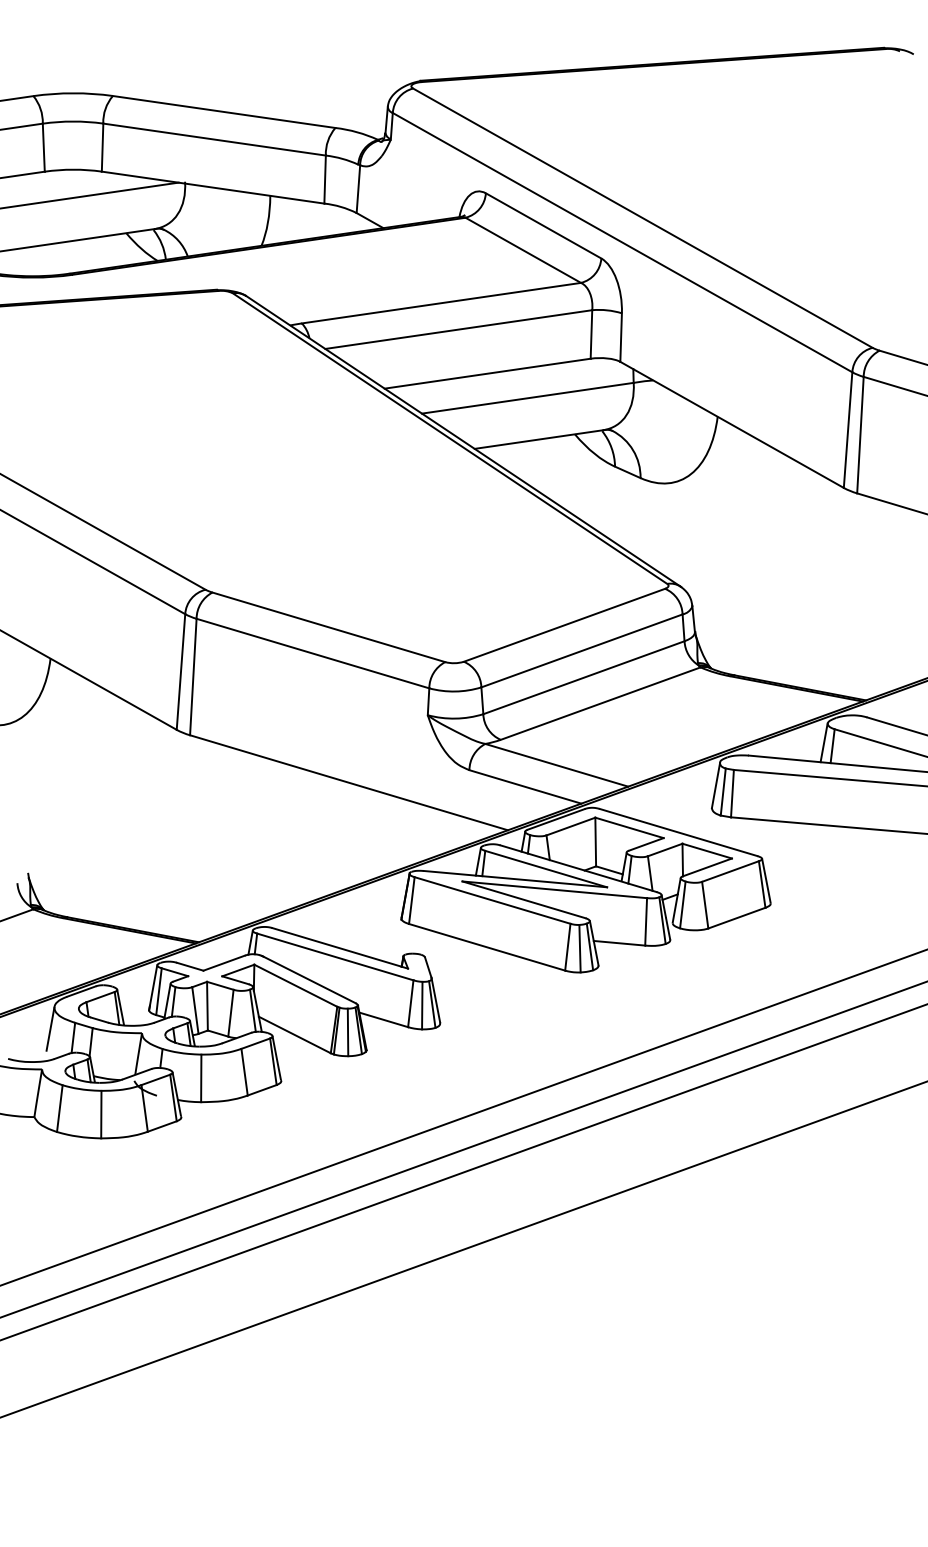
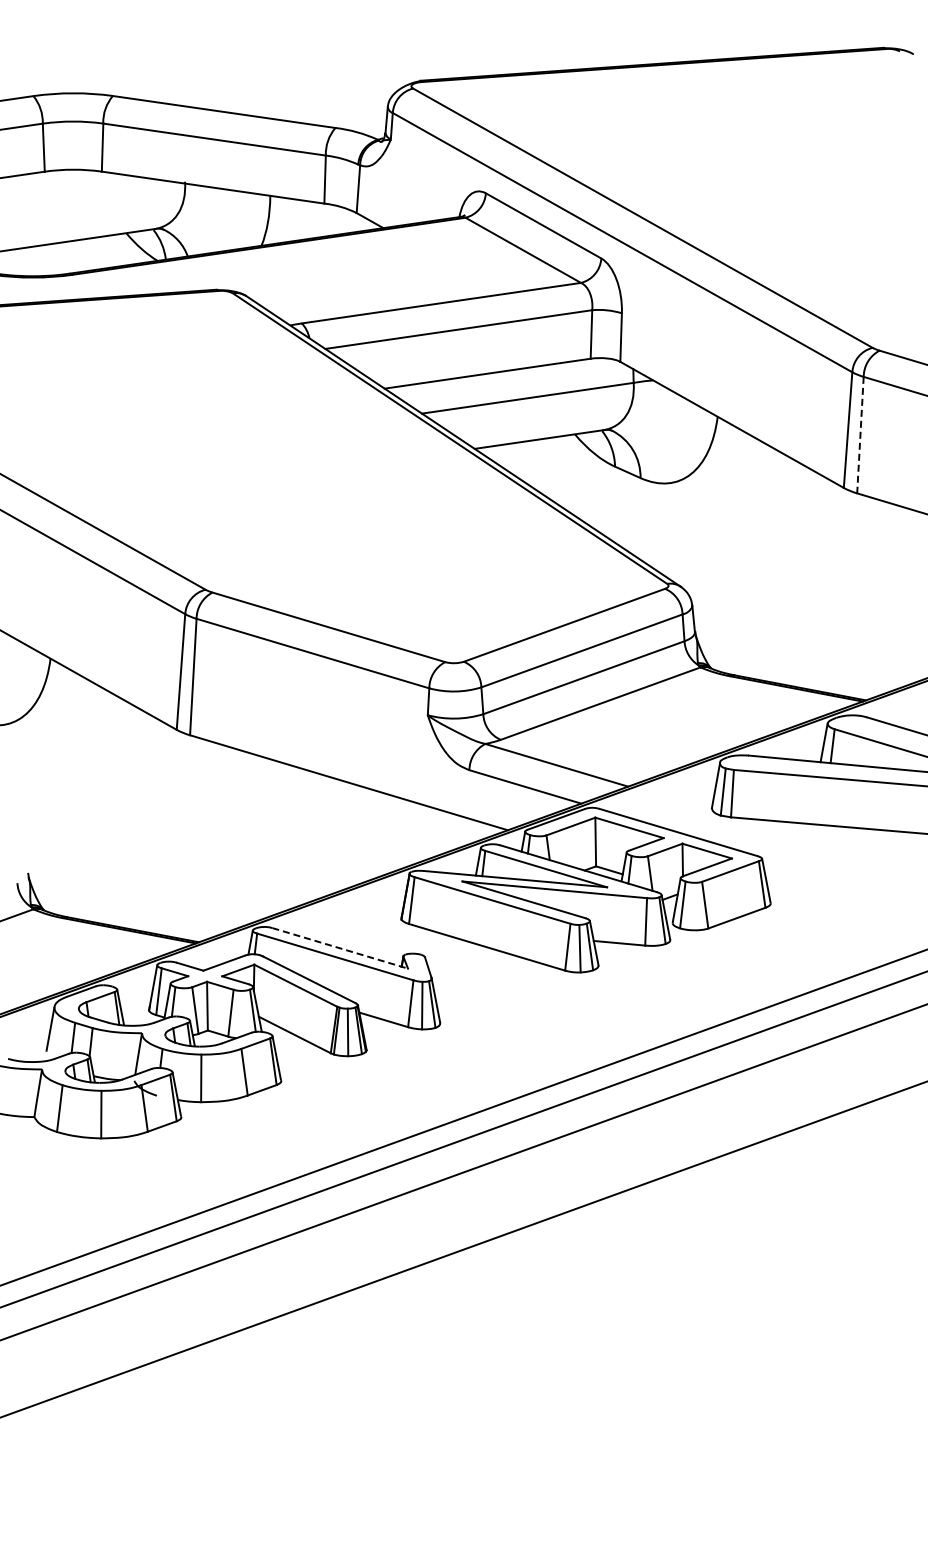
line at (90, 195): present -> none
line at (860, 435): solid -> dashed
line at (340, 948): solid -> dashed
line at (463, 1149) position: (463, 1149) -> (463, 1139)
